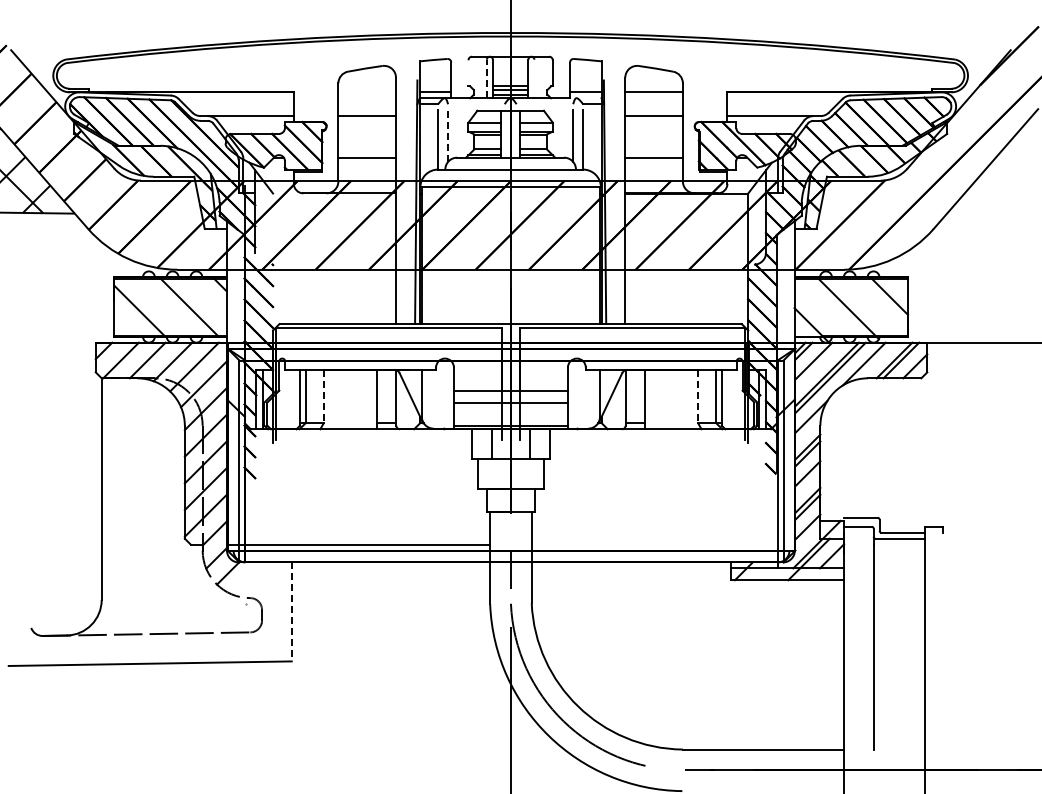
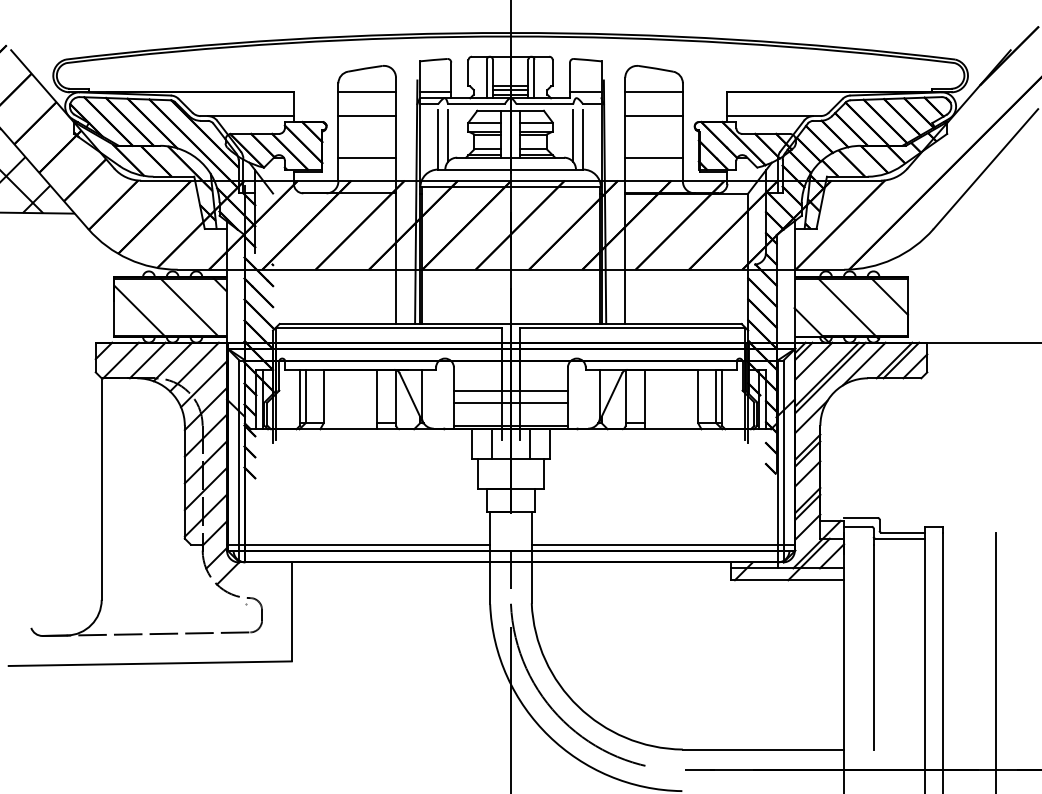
line at (468, 73): none -> present
line at (486, 78): dashed -> solid
line at (534, 78): none -> present
line at (367, 92): none -> present
line at (476, 104): none -> present
line at (544, 104): none -> present
line at (448, 136): dashed -> solid
line at (323, 396): dashed -> solid
line at (698, 396): dashed -> solid
line at (662, 544): none -> present
line at (291, 612): dashed -> solid
line at (942, 661): none -> present
line at (996, 661): none -> present
